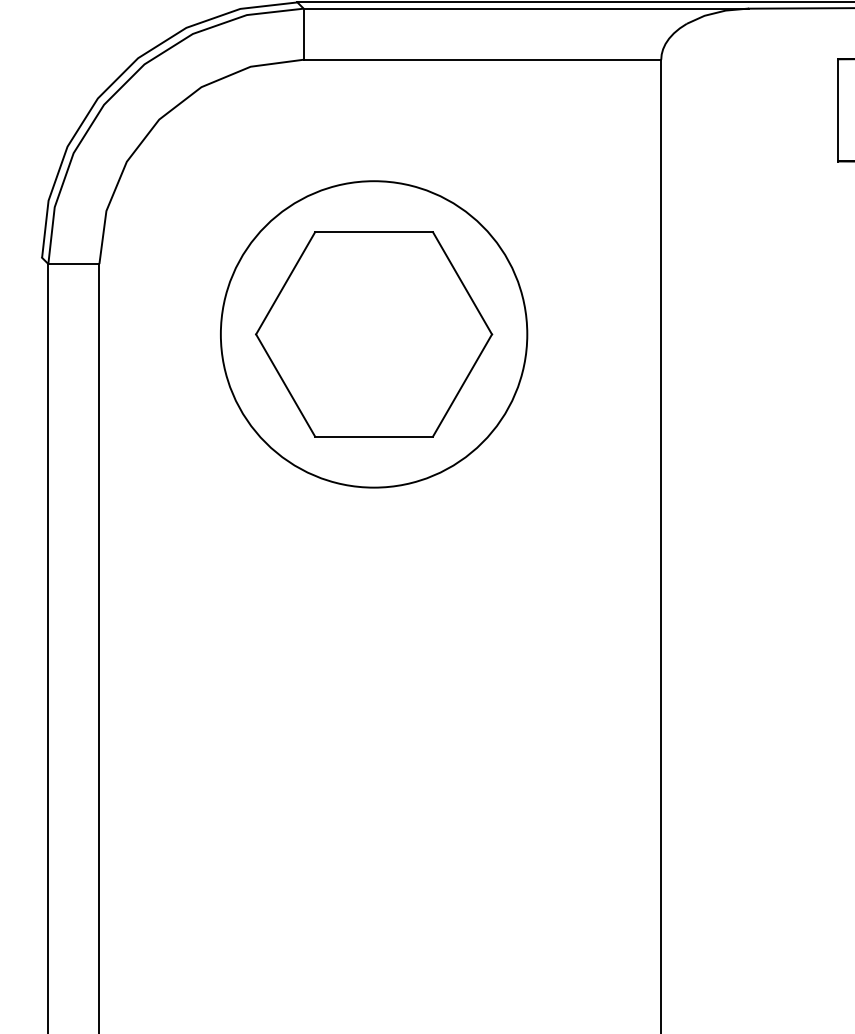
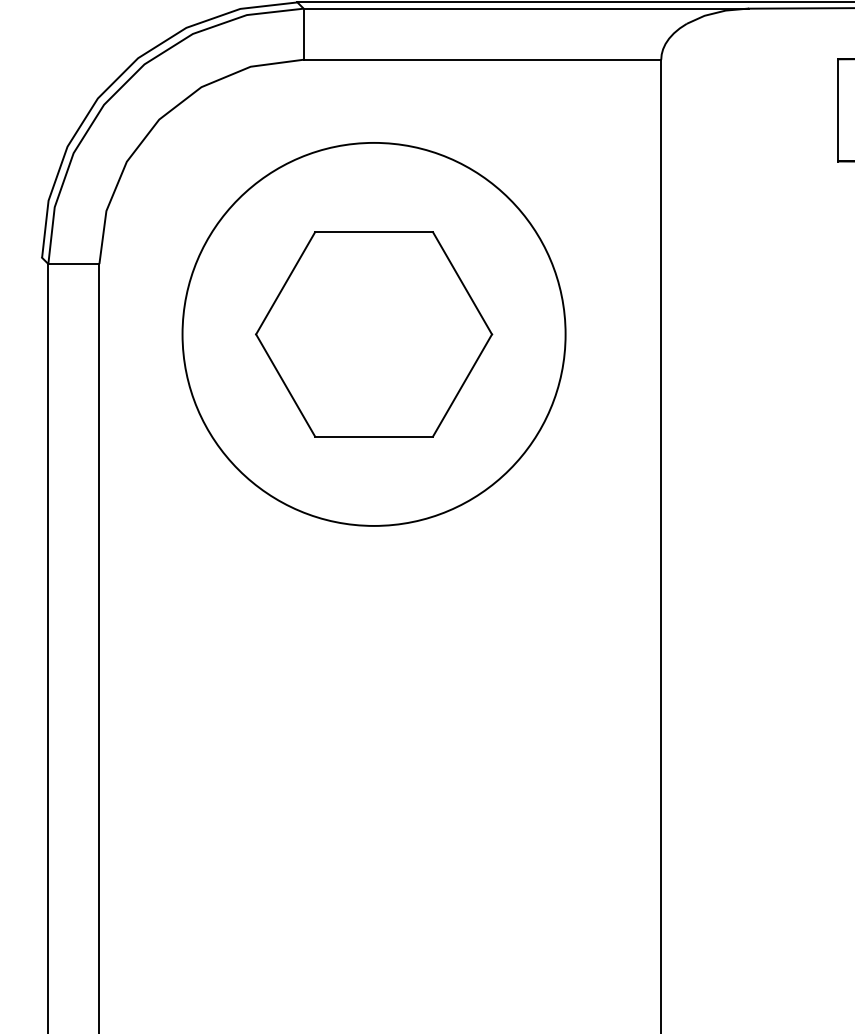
circle at (373, 334) diameter: 306 px -> 383 px
